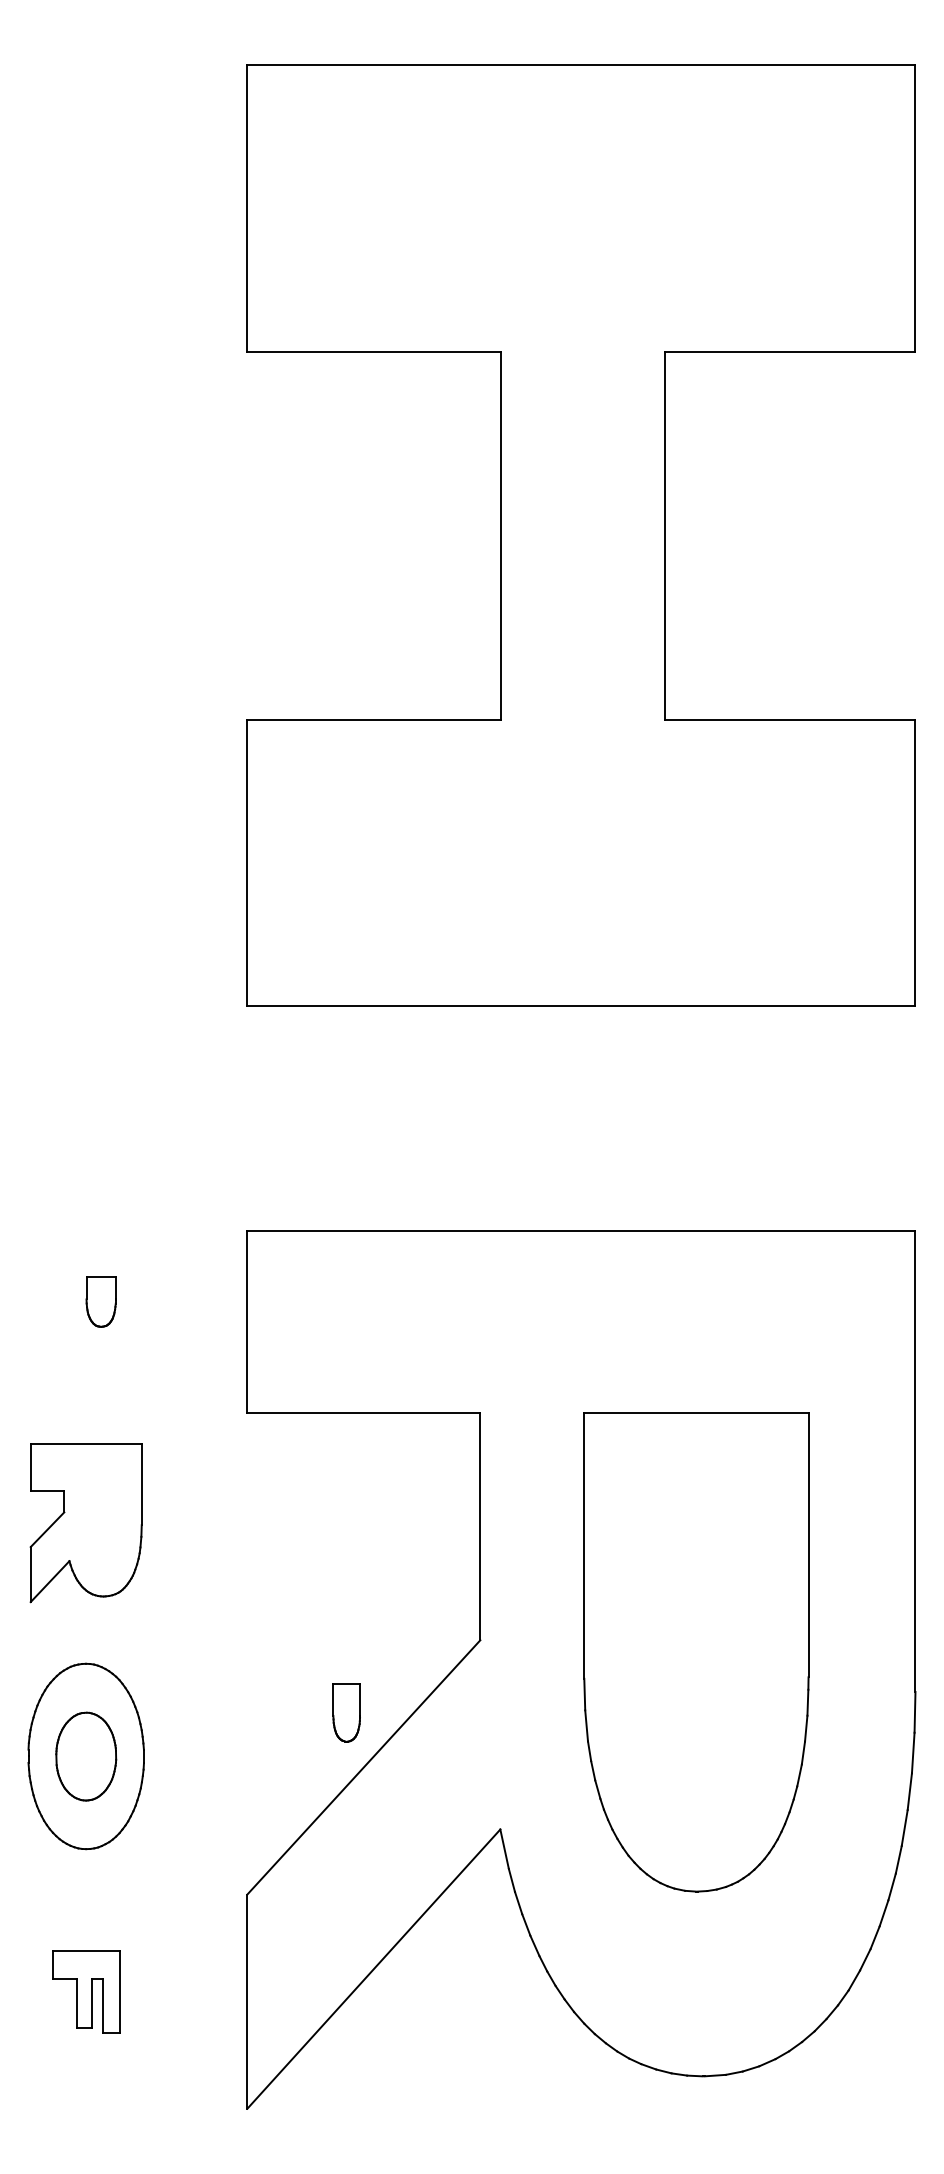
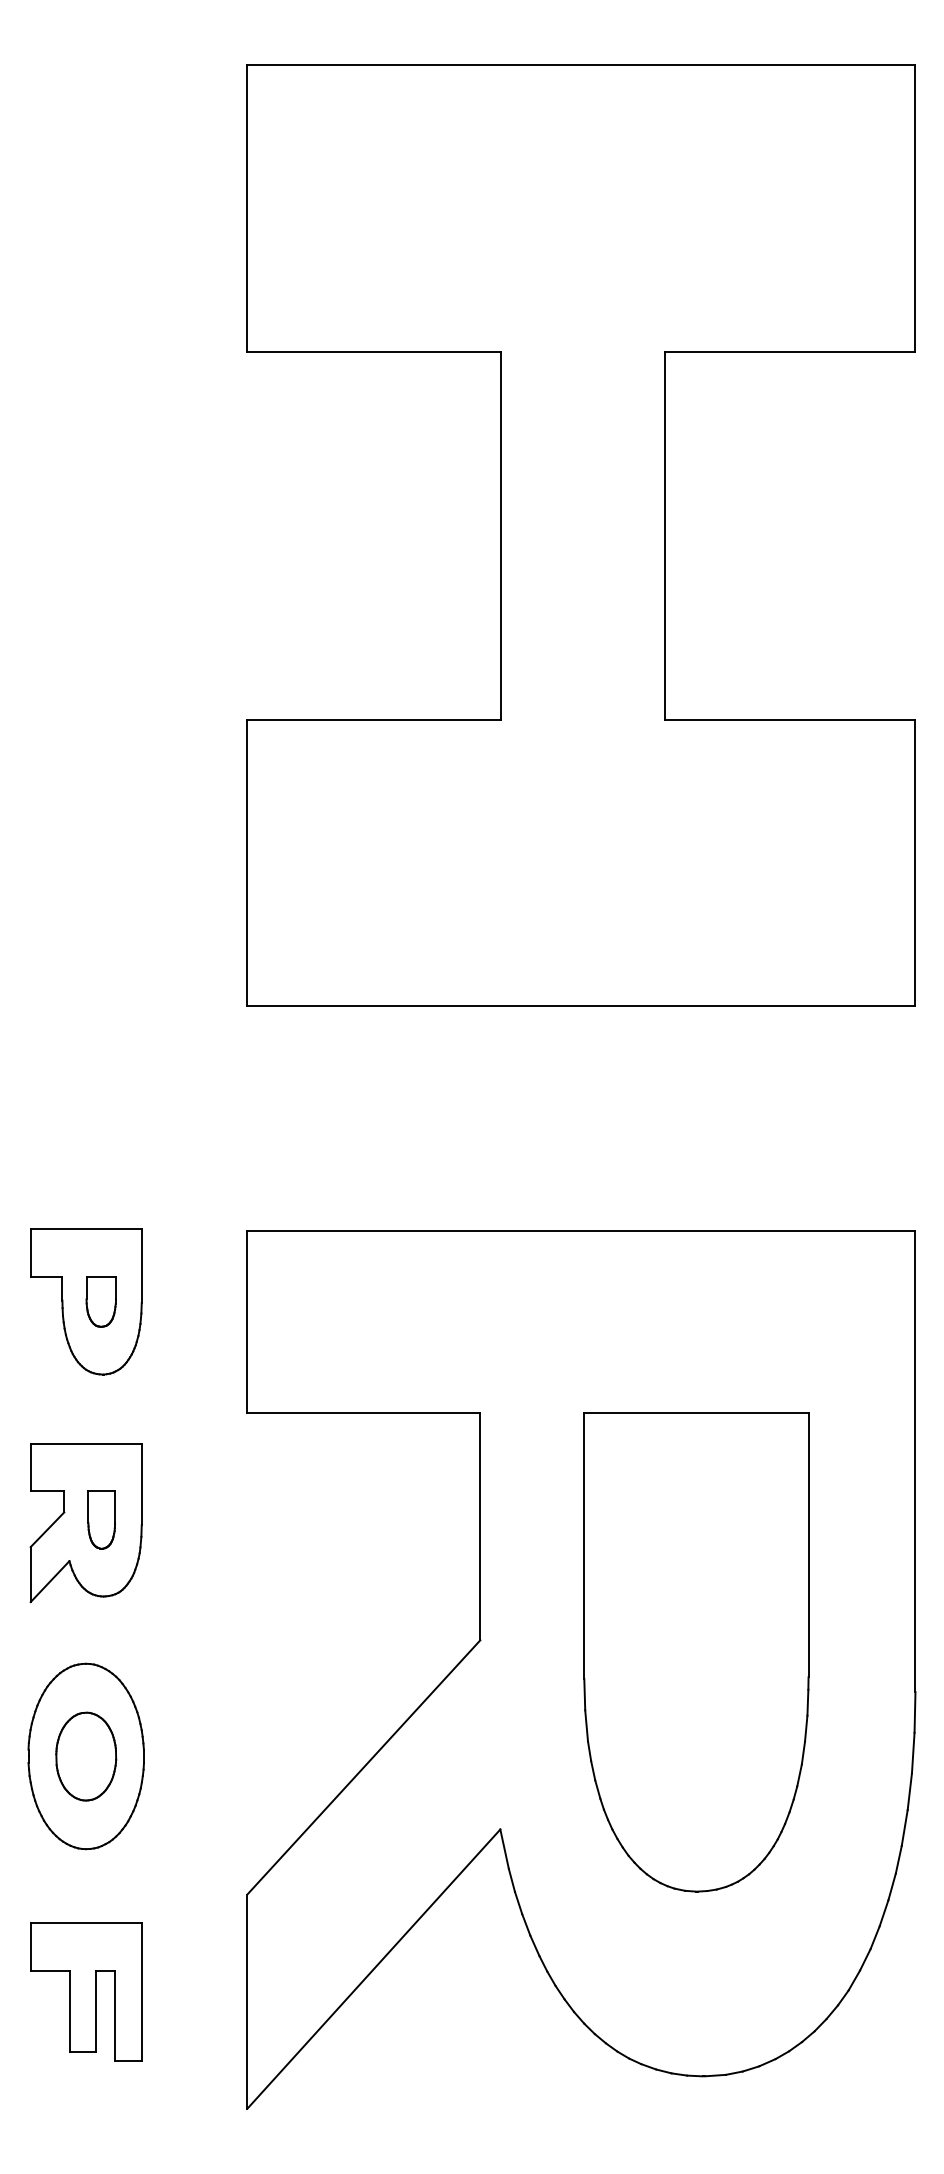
part at (86, 1301): none -> present
part at (346, 1712) position: (346, 1712) -> (101, 1519)
part at (86, 1991) size: 69x84 px -> 113x140 px
